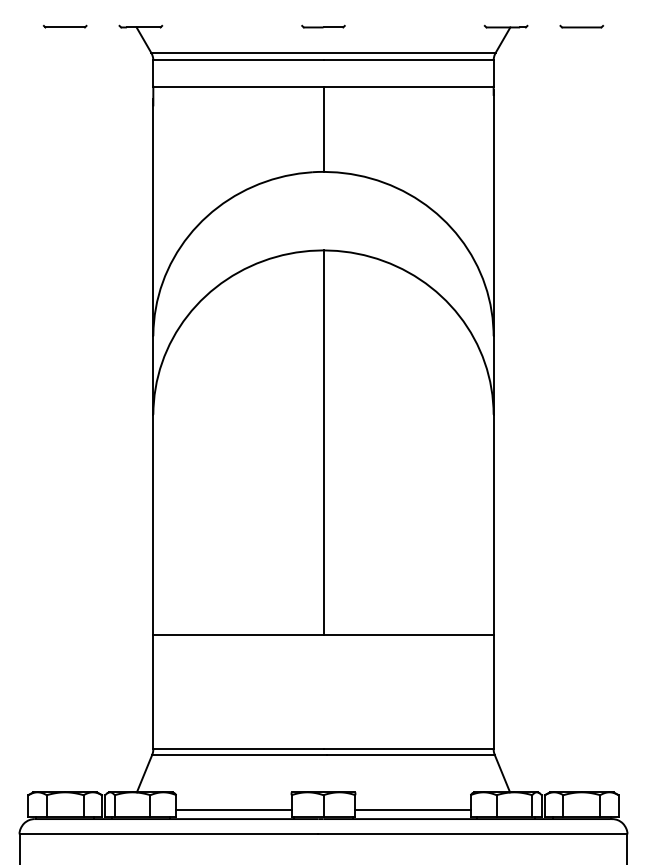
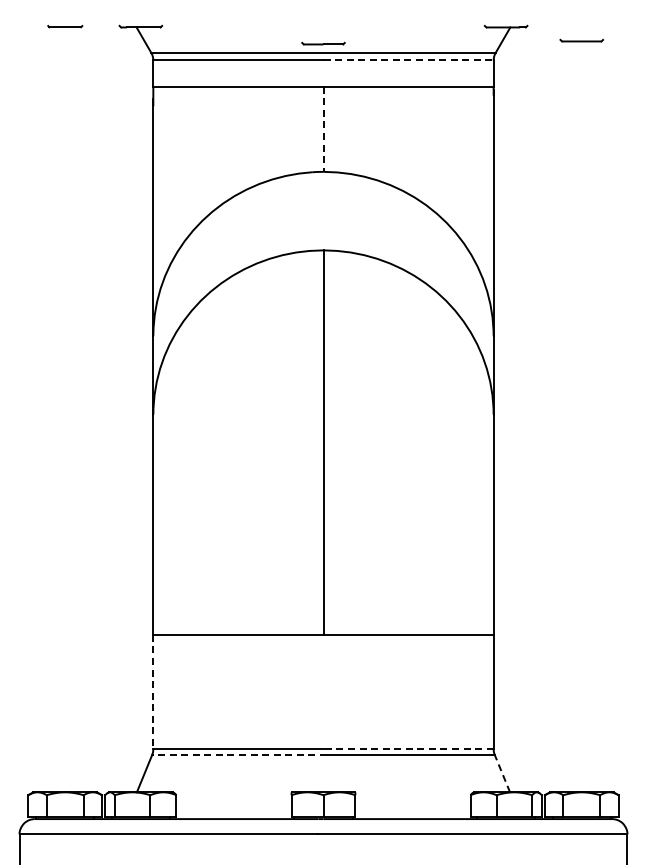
part at (65, 26) size: 45x5 px -> 37x4 px
part at (323, 26) position: (323, 26) -> (323, 43)
line at (581, 26) position: (581, 26) -> (581, 40)
line at (409, 60): solid -> dashed
line at (323, 129): solid -> dashed
line at (153, 692): solid -> dashed
line at (408, 749): solid -> dashed
line at (239, 755): solid -> dashed
line at (502, 773): solid -> dashed
line at (233, 809): present -> none
line at (412, 809): present -> none
